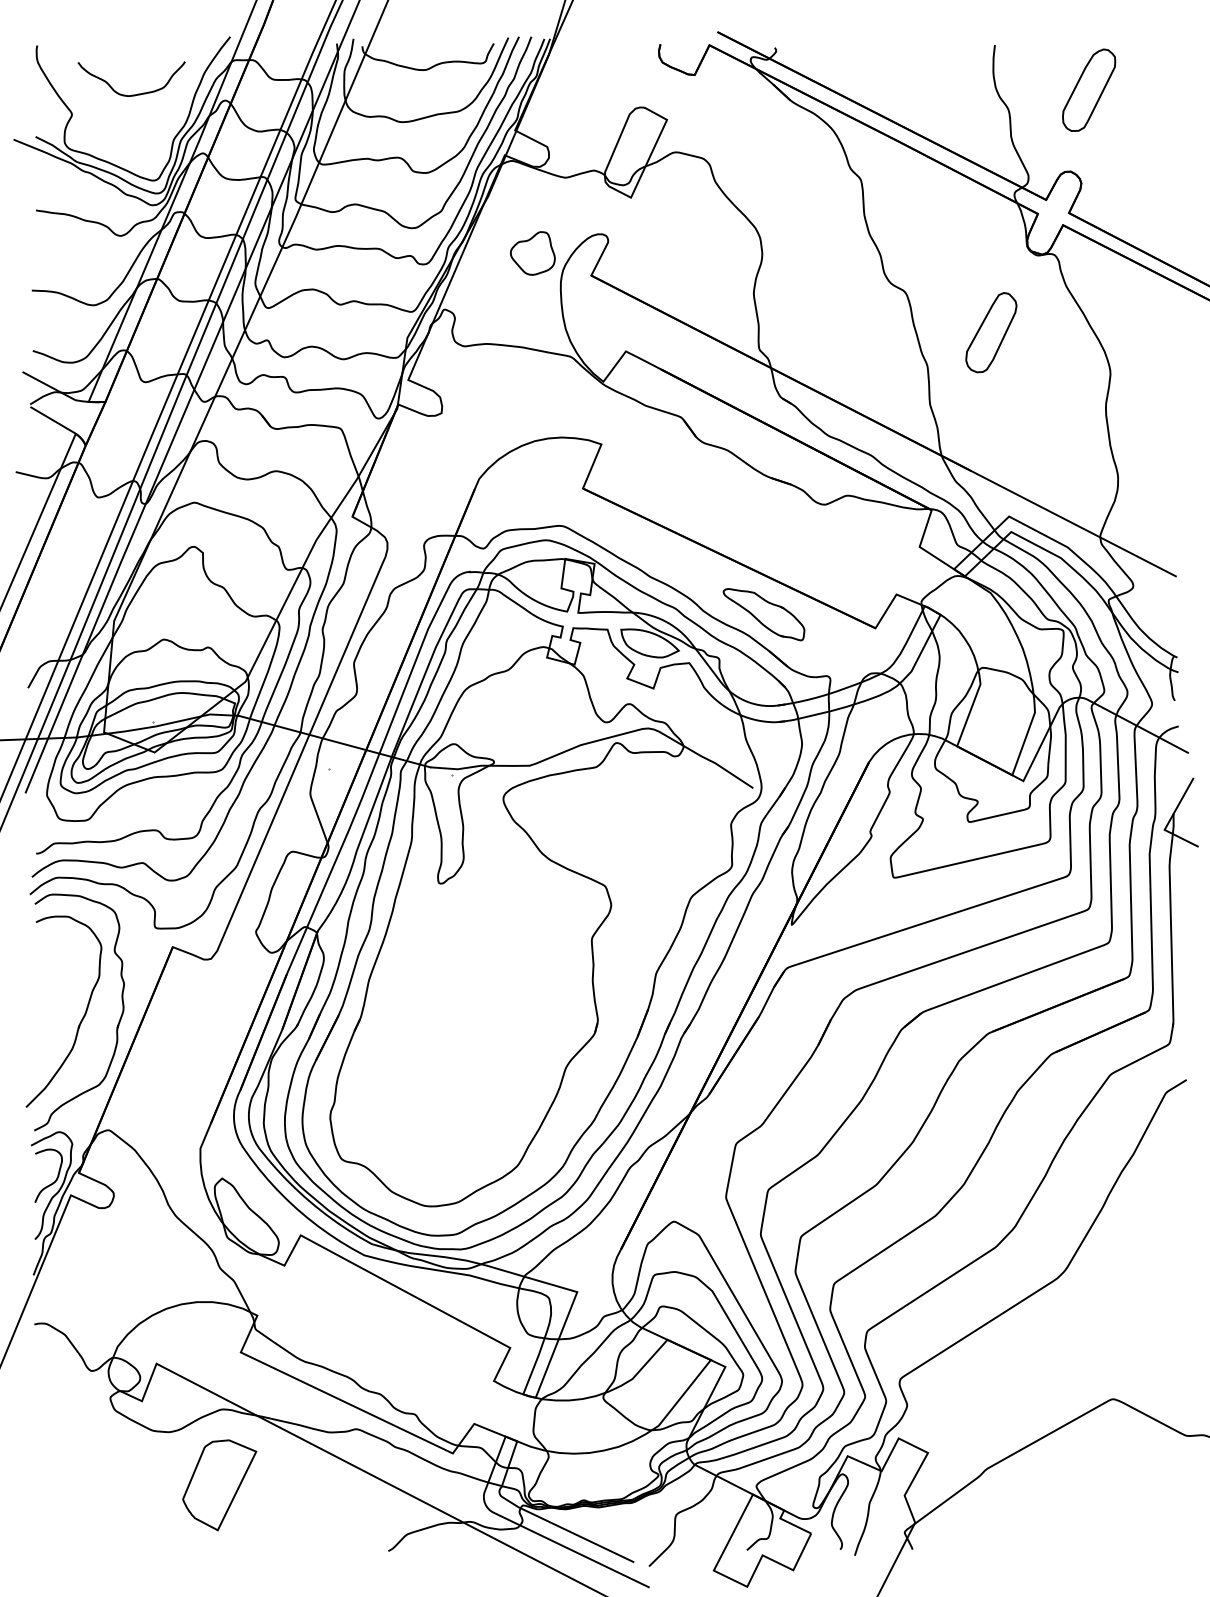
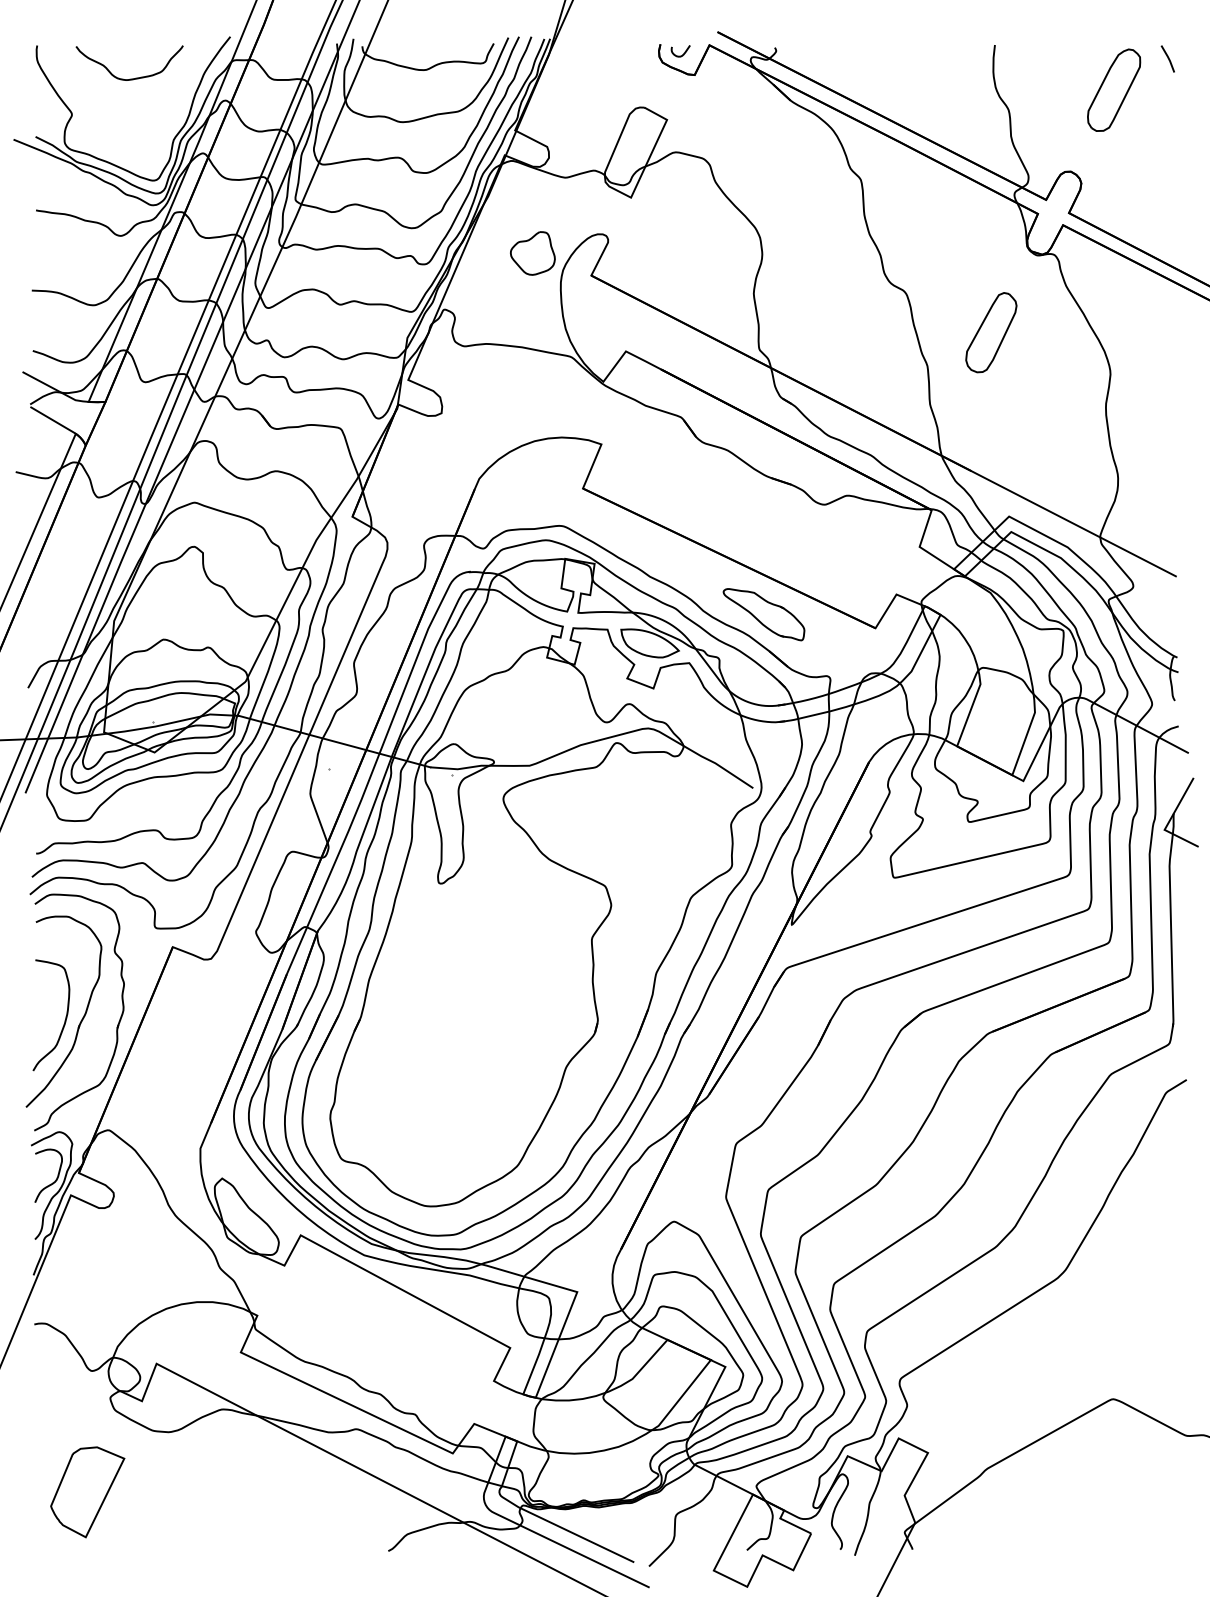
curve at (683, 53): none -> present
line at (1167, 58): none -> present
part at (1089, 89) position: (1089, 89) -> (1114, 89)
curve at (132, 94) position: (132, 94) -> (130, 78)
curve at (64, 1020): none -> present
part at (219, 1485) position: (219, 1485) -> (87, 1492)
